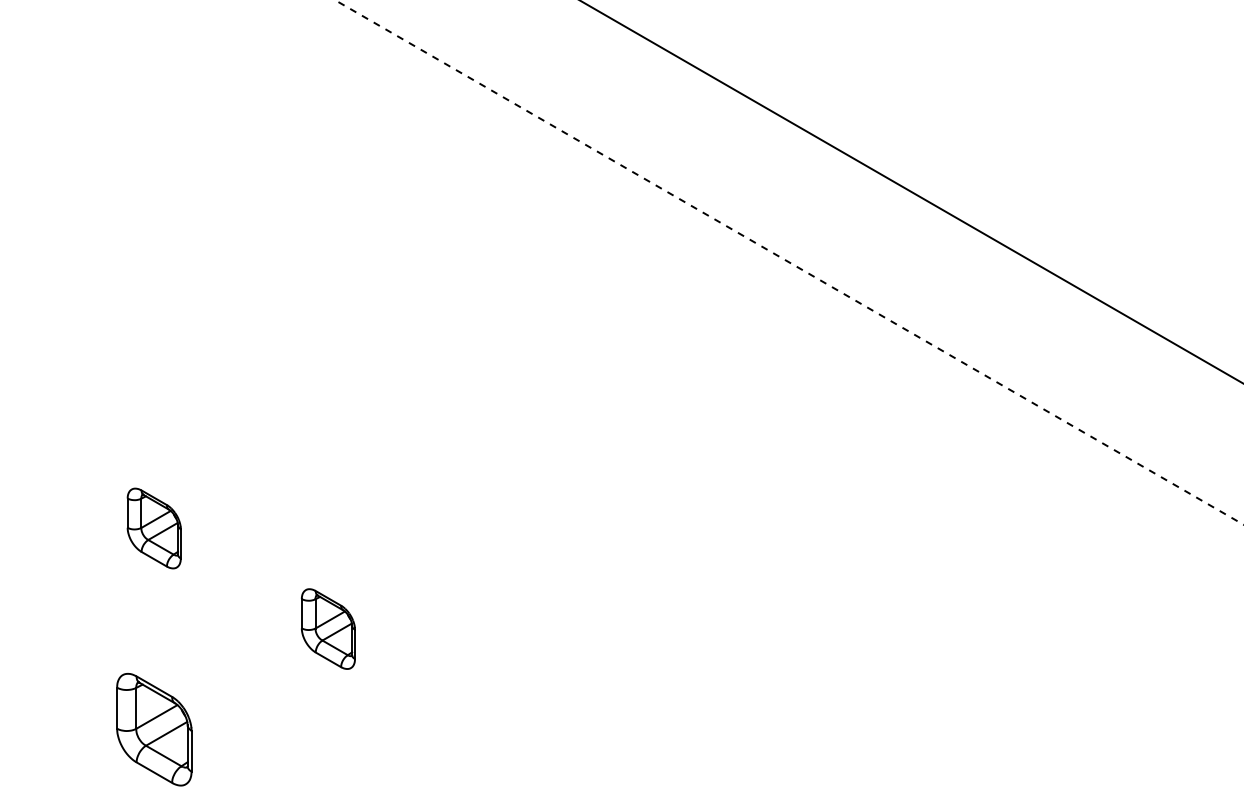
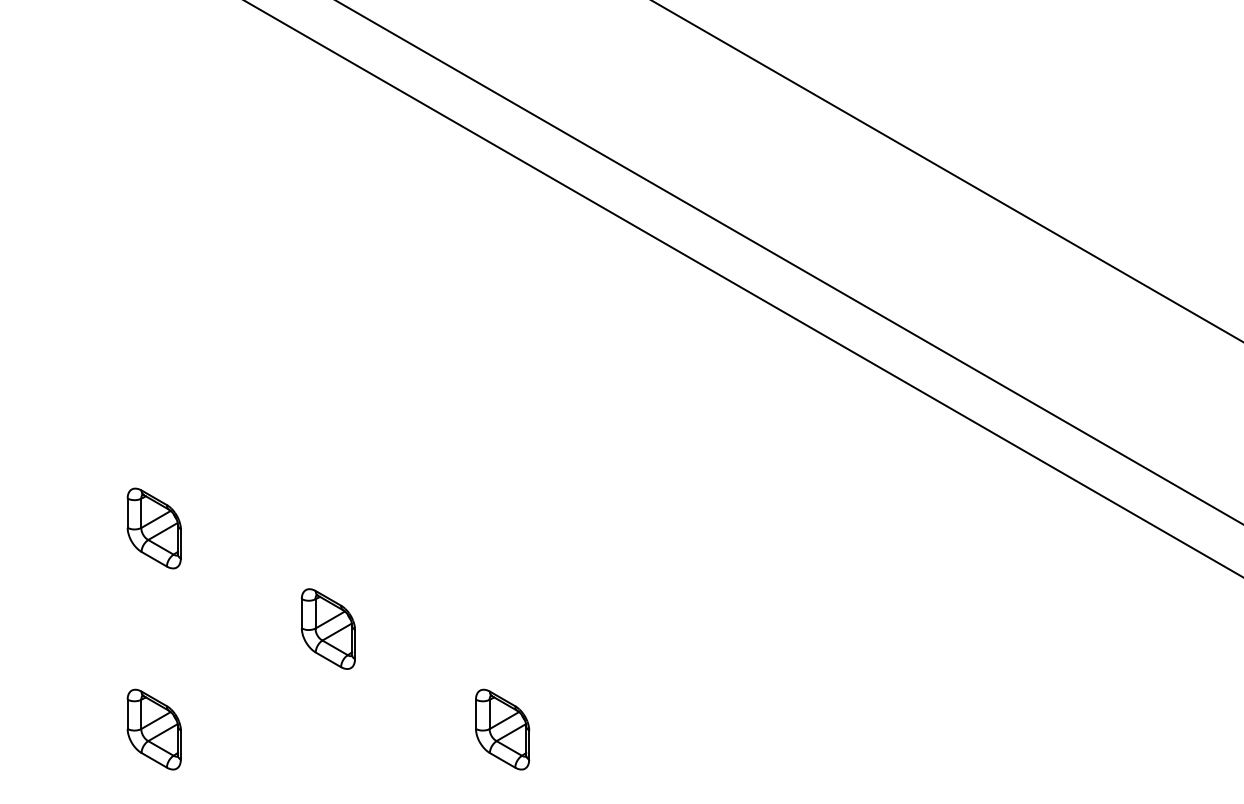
line at (911, 192) position: (911, 192) -> (947, 171)
line at (788, 262): dashed -> solid
line at (743, 288): none -> present
part at (154, 729) size: 77x114 px -> 56x83 px
part at (502, 729): none -> present
